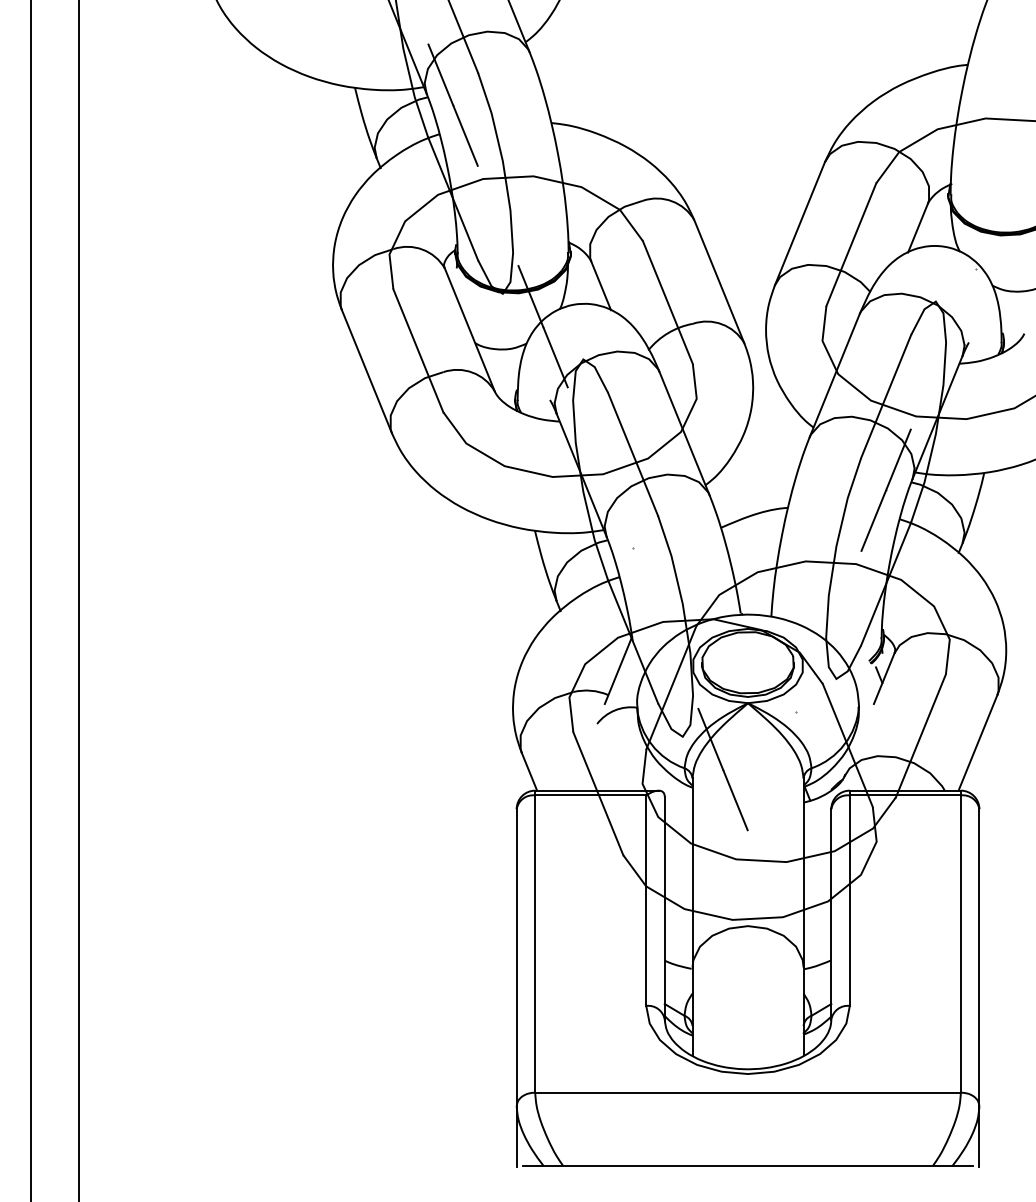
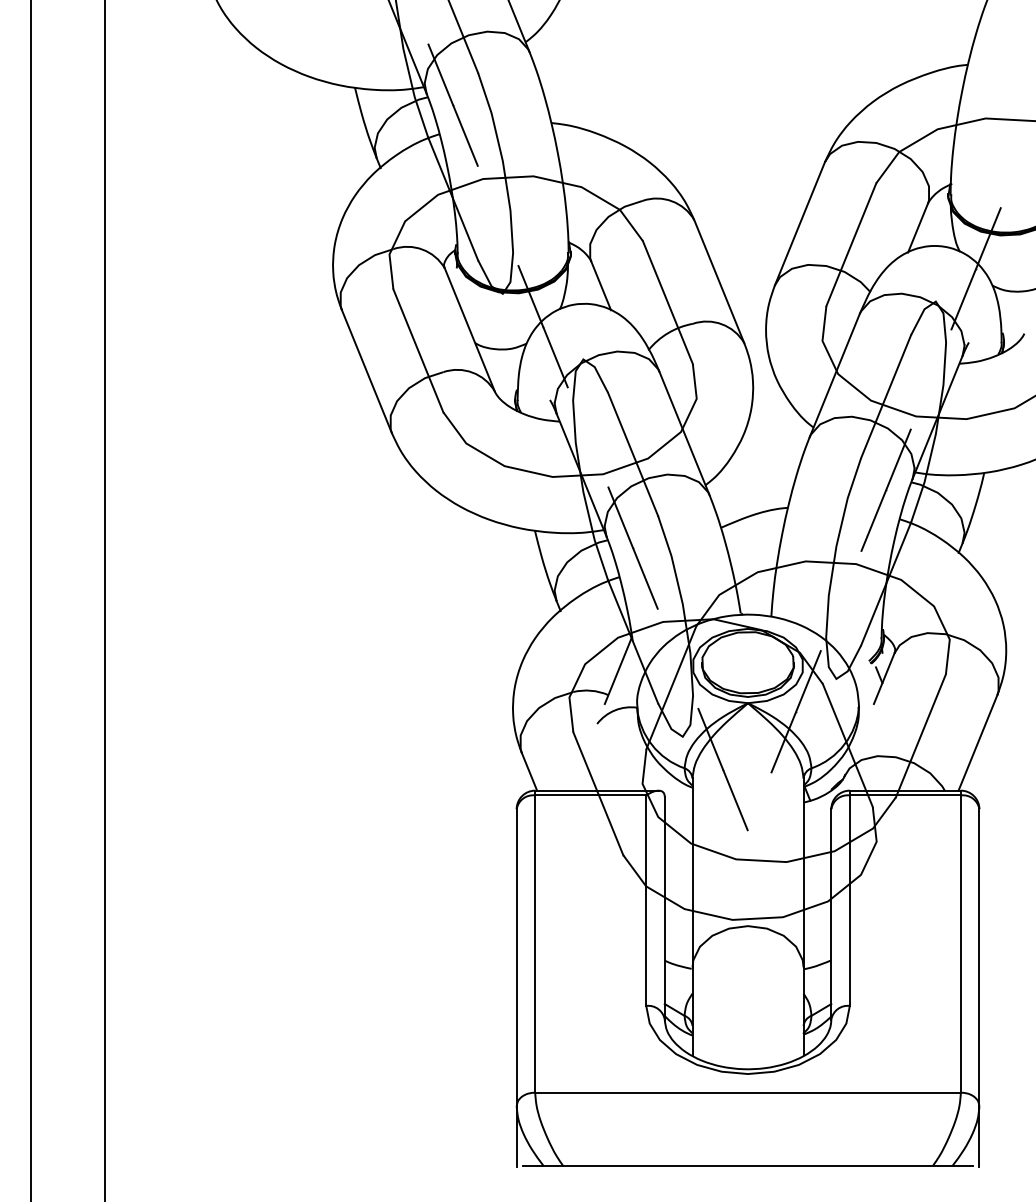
line at (976, 268): none -> present
line at (633, 547): none -> present
line at (78, 600) position: (78, 600) -> (104, 600)
line at (796, 711): none -> present
